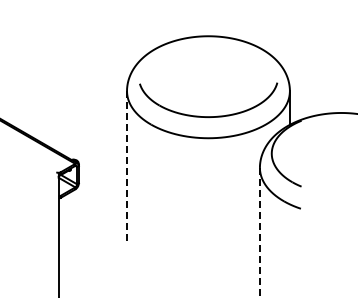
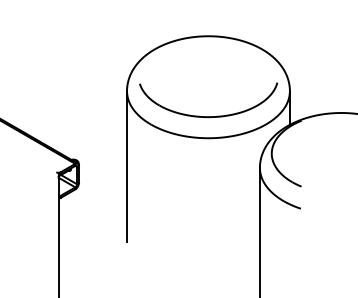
line at (127, 167): dashed -> solid
line at (259, 232): dashed -> solid
